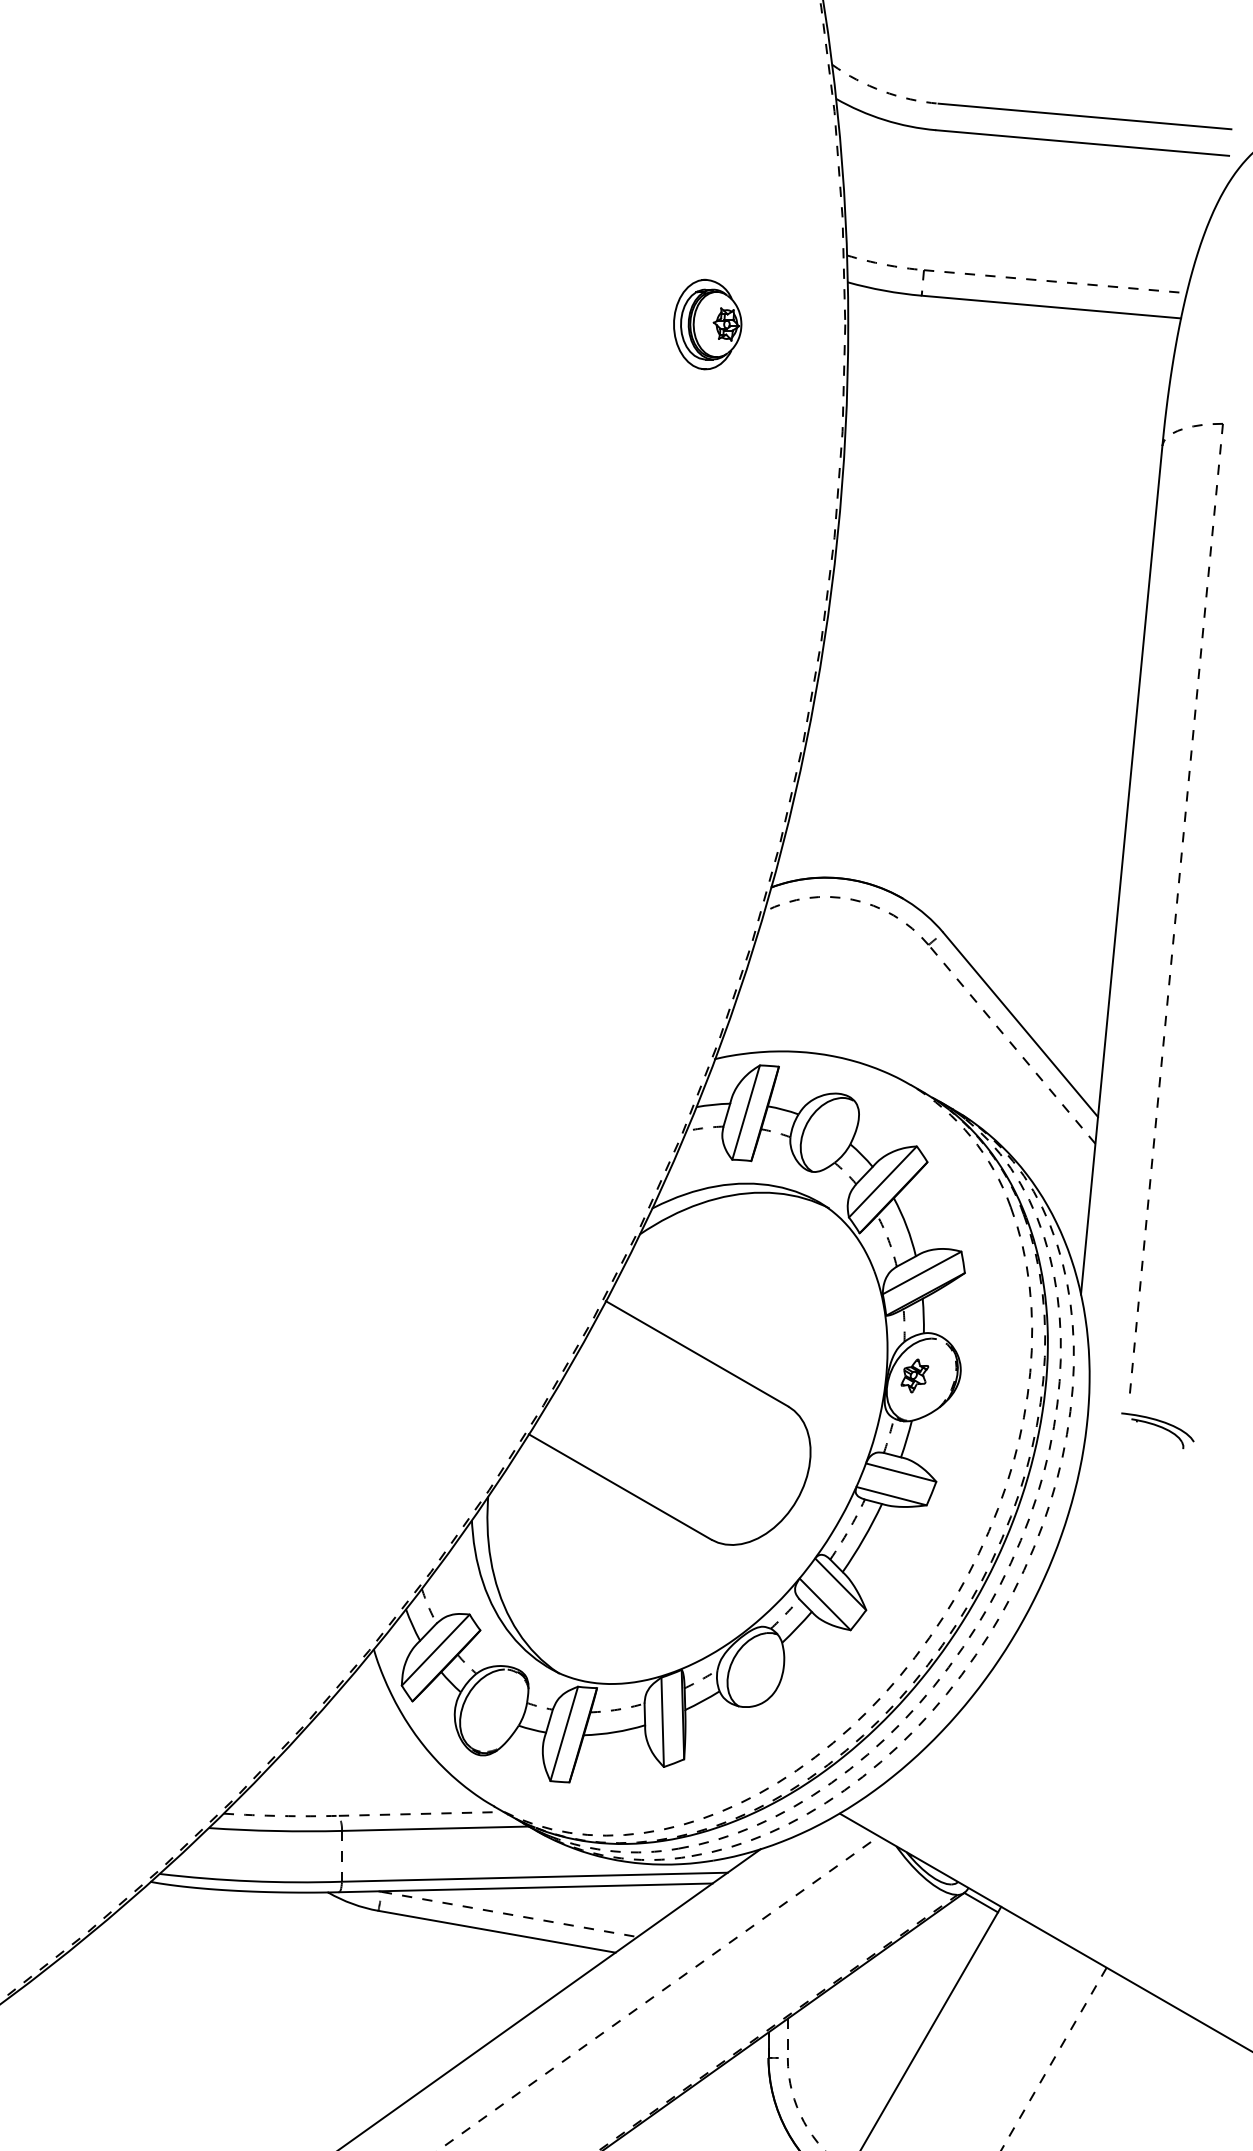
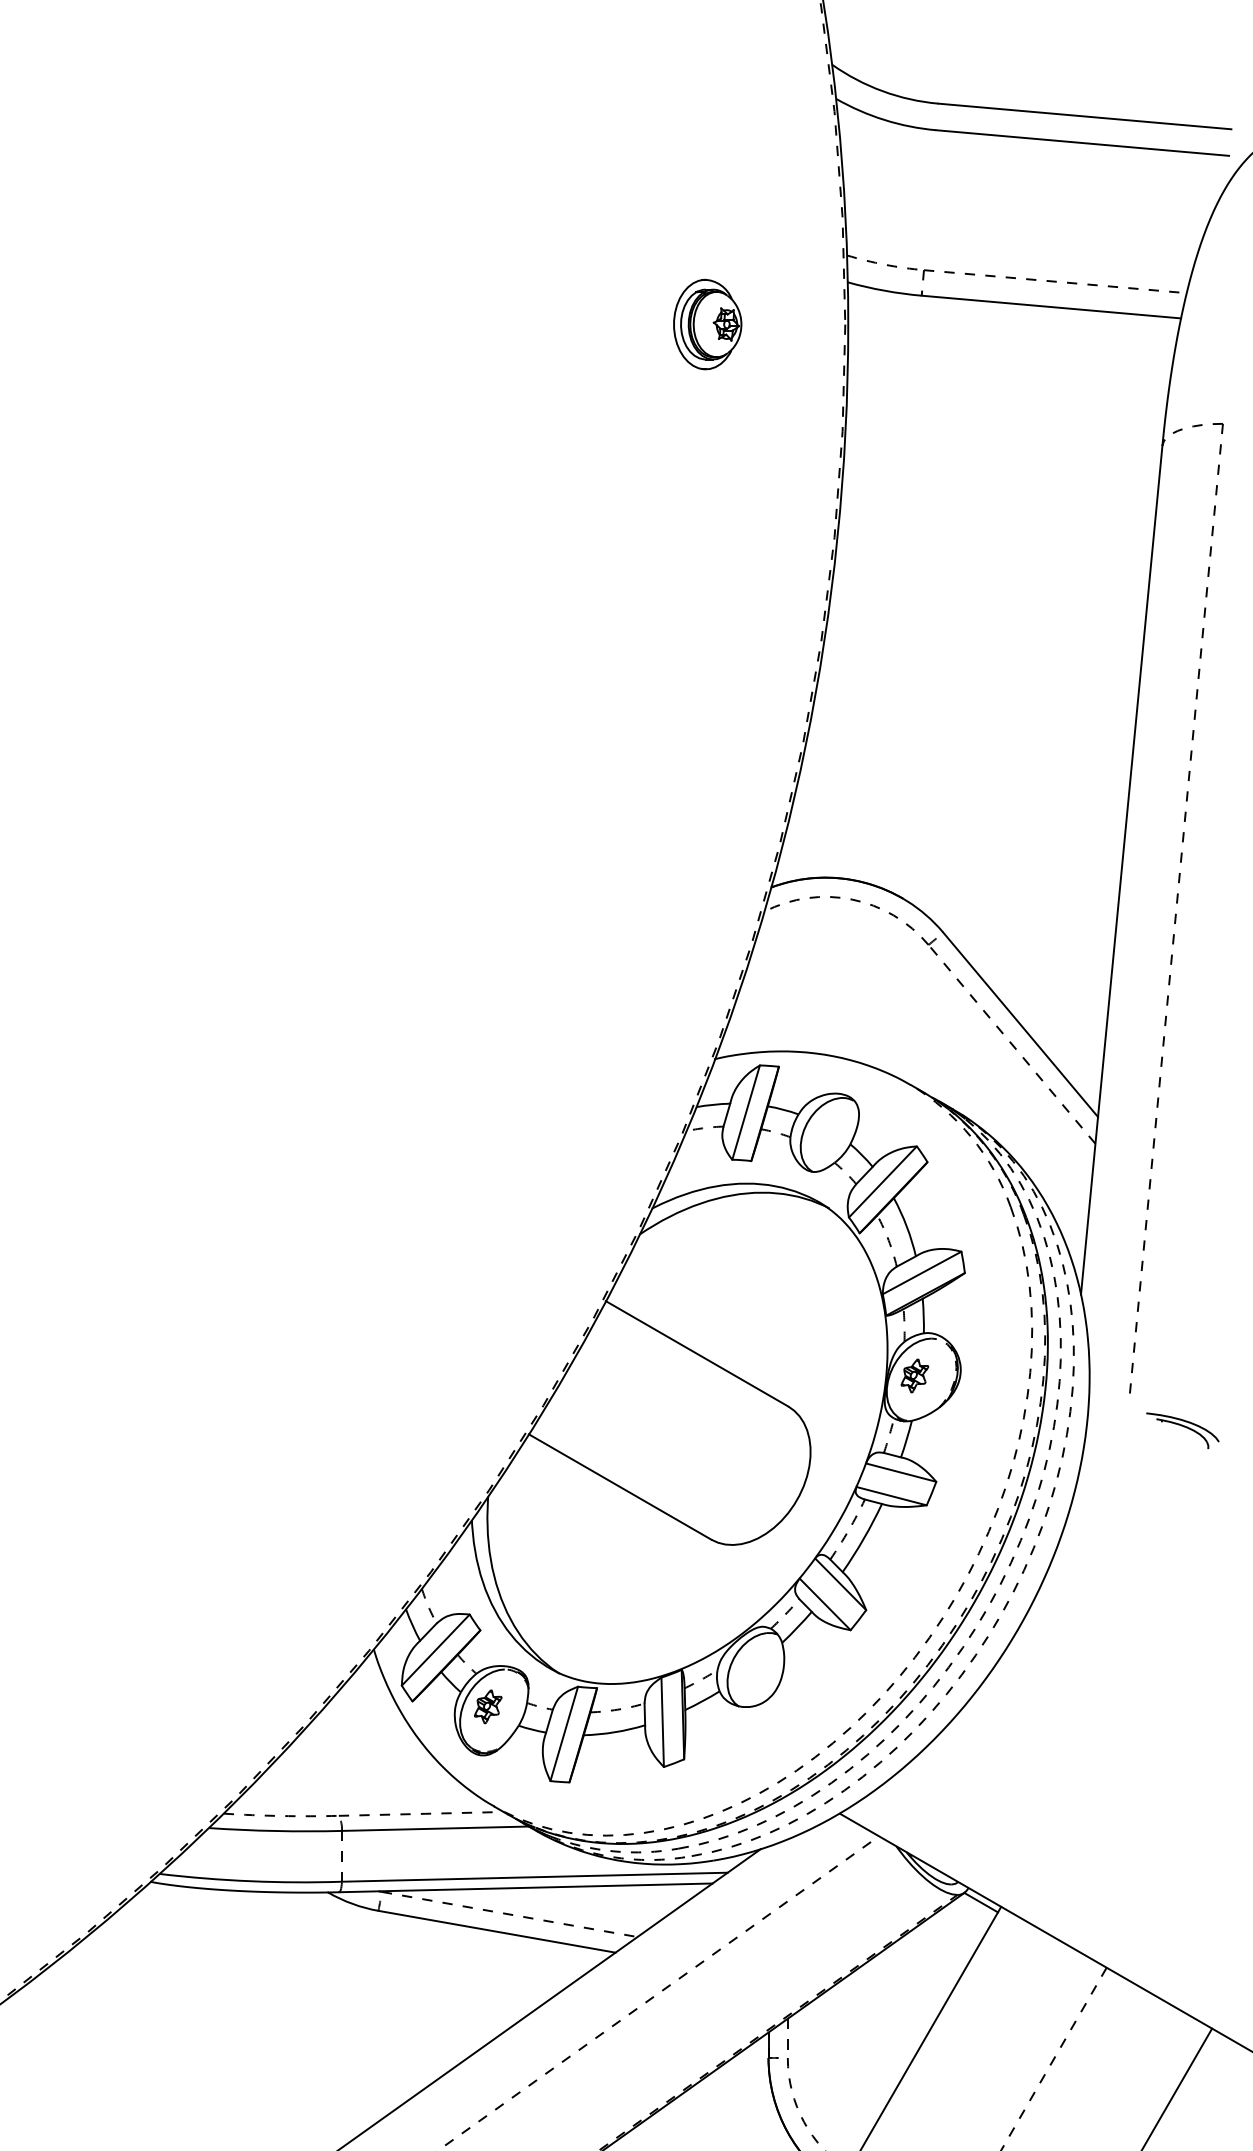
arc at (882, 91): dashed -> solid
part at (1157, 1430) position: (1157, 1430) -> (1182, 1430)
part at (488, 1706): none -> present
line at (1177, 2087): none -> present
